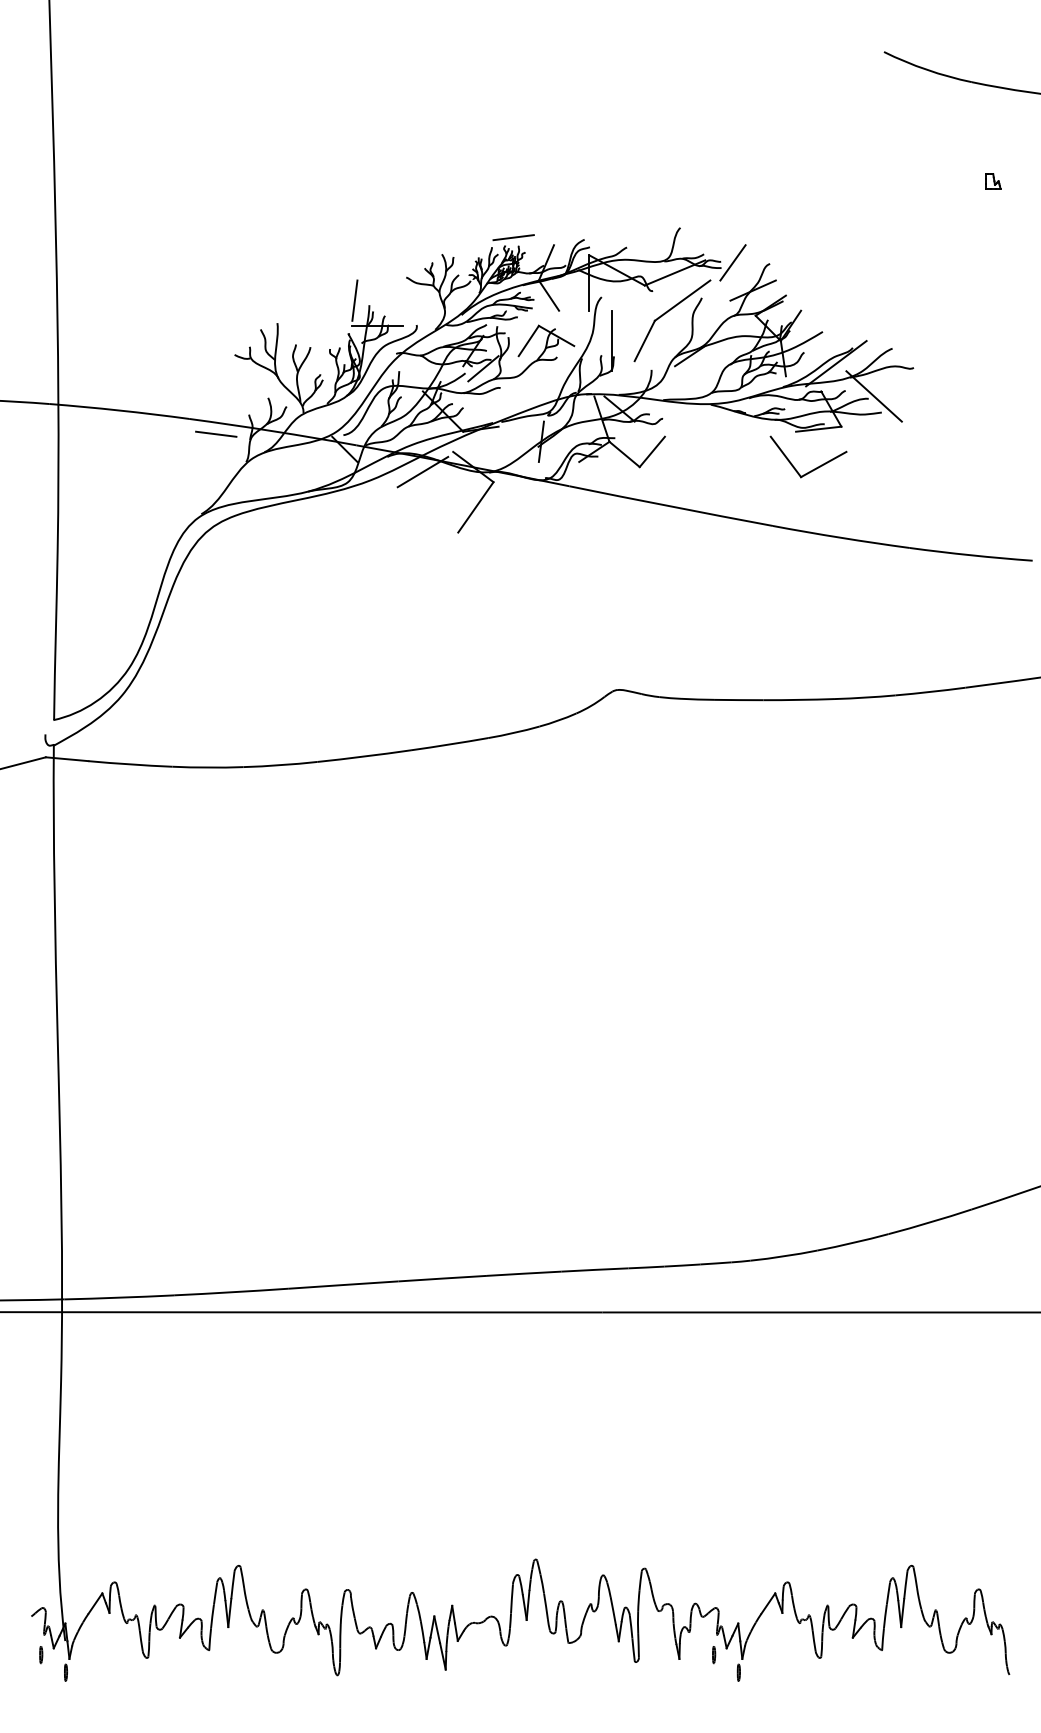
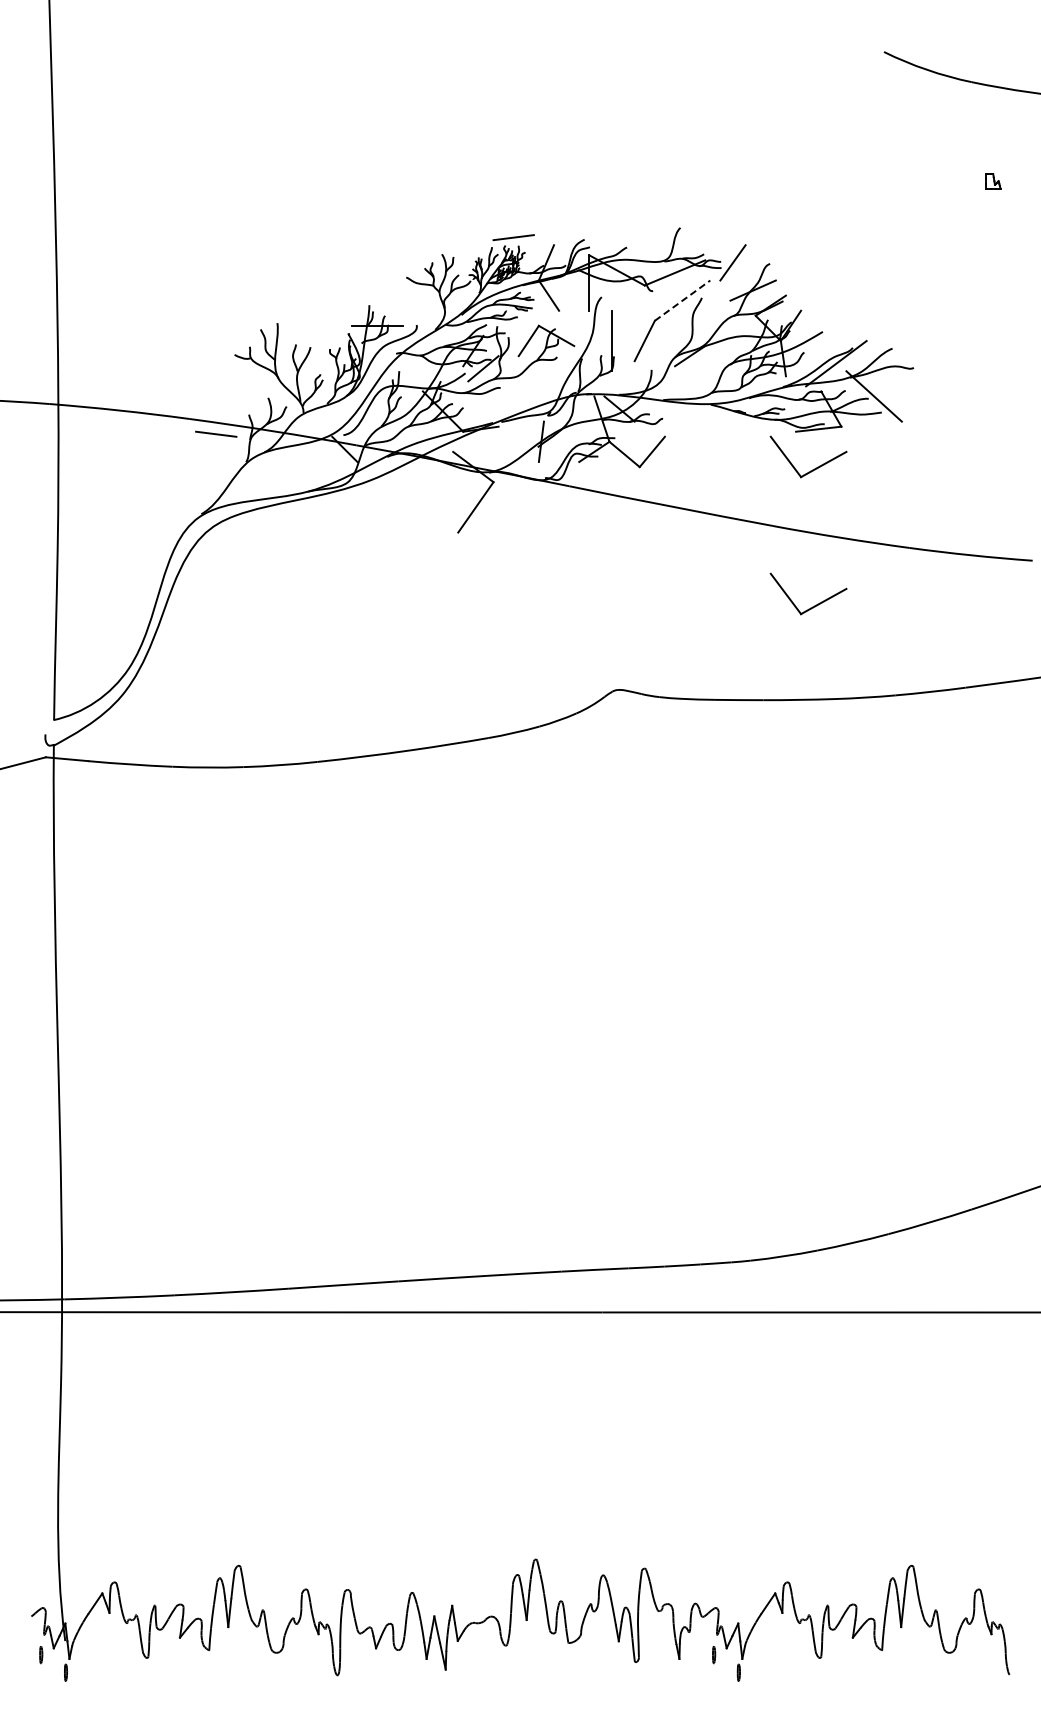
line at (354, 300): present -> none
line at (682, 300): solid -> dashed
line at (422, 471): present -> none
part at (814, 605): none -> present
